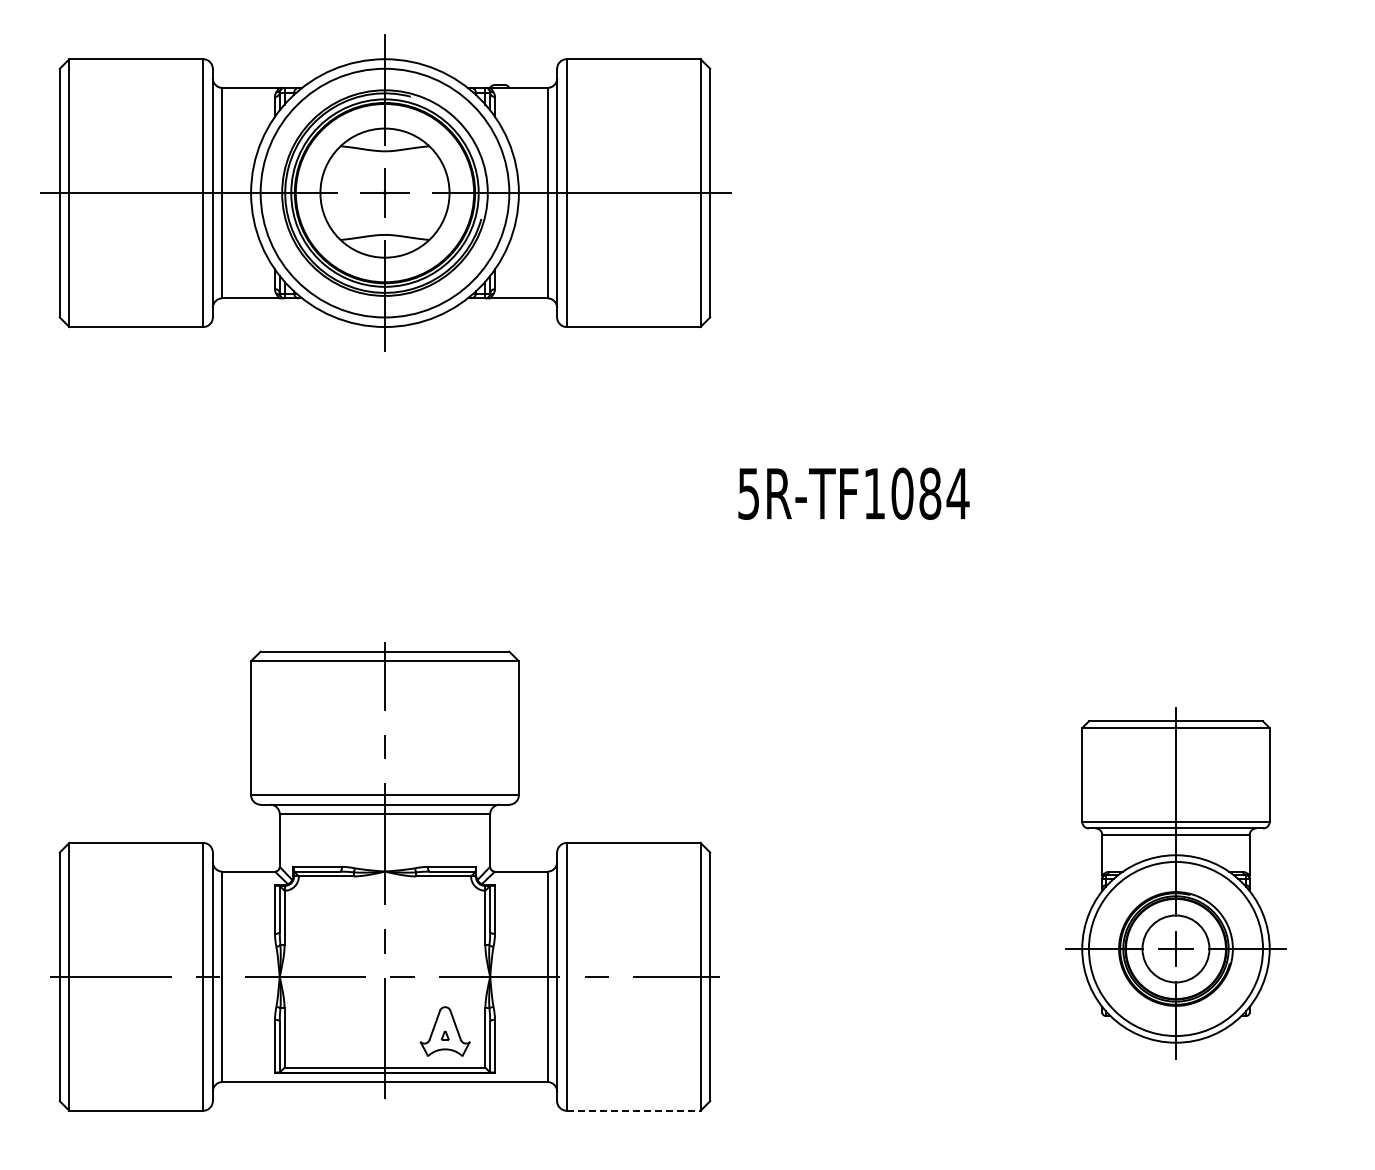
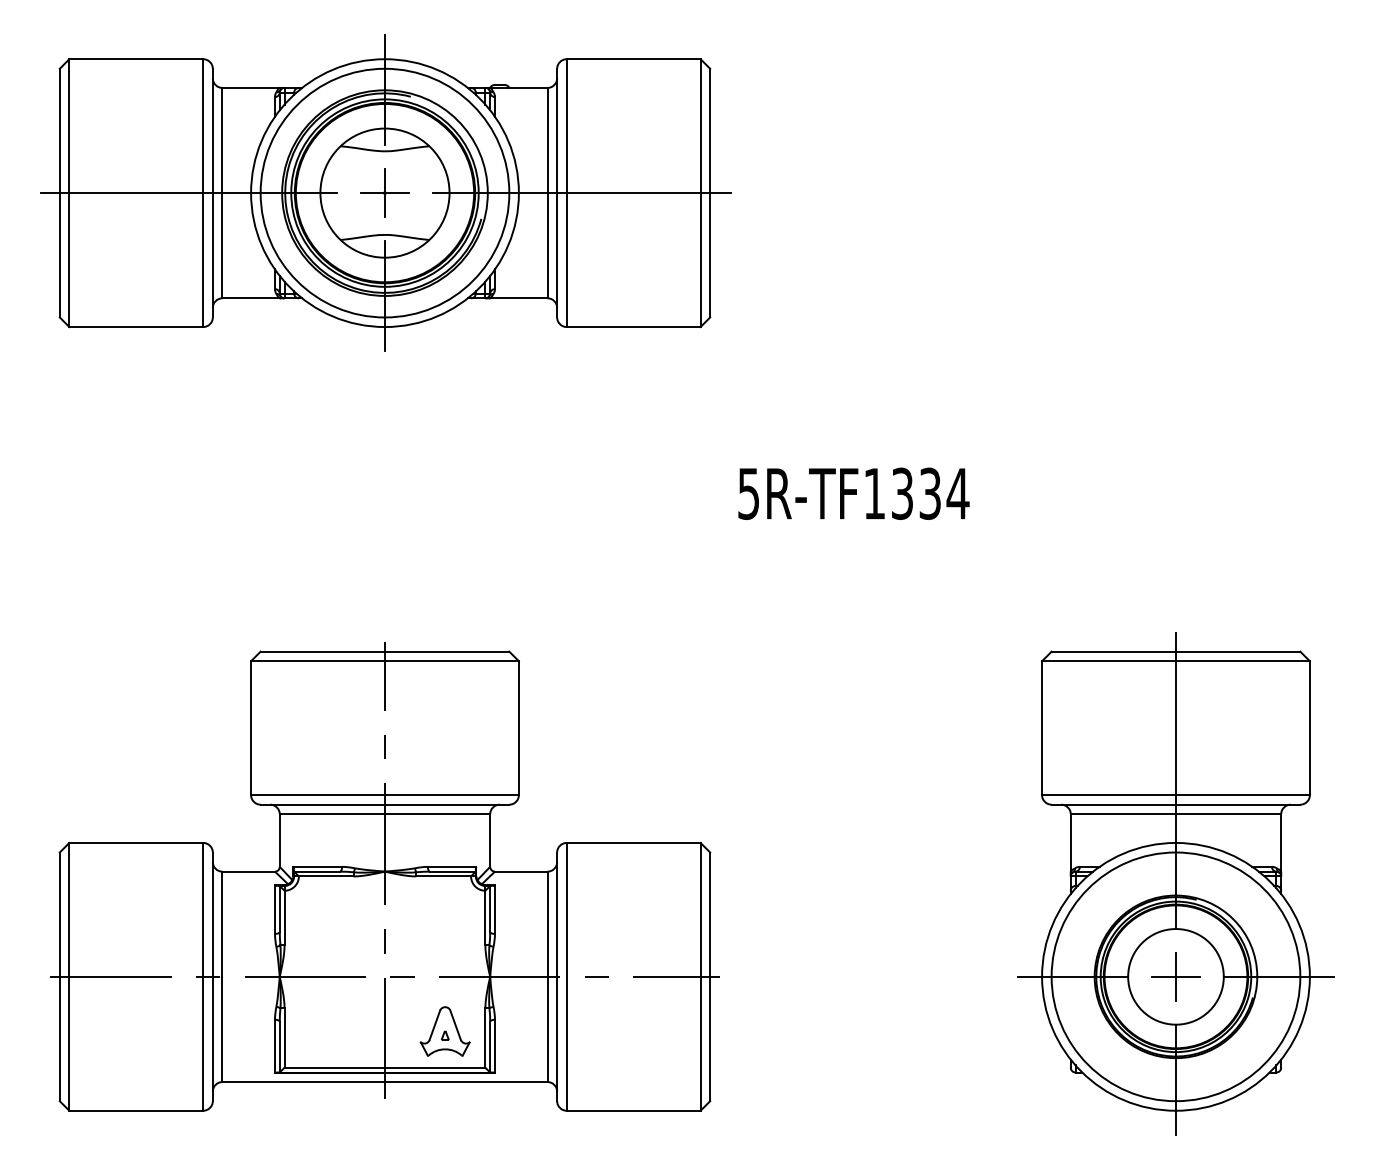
text at (916, 493): 5R-TF1084 -> 5R-TF1334
part at (1175, 883) size: 222x353 px -> 318x504 px
line at (633, 1110): dashed -> solid
